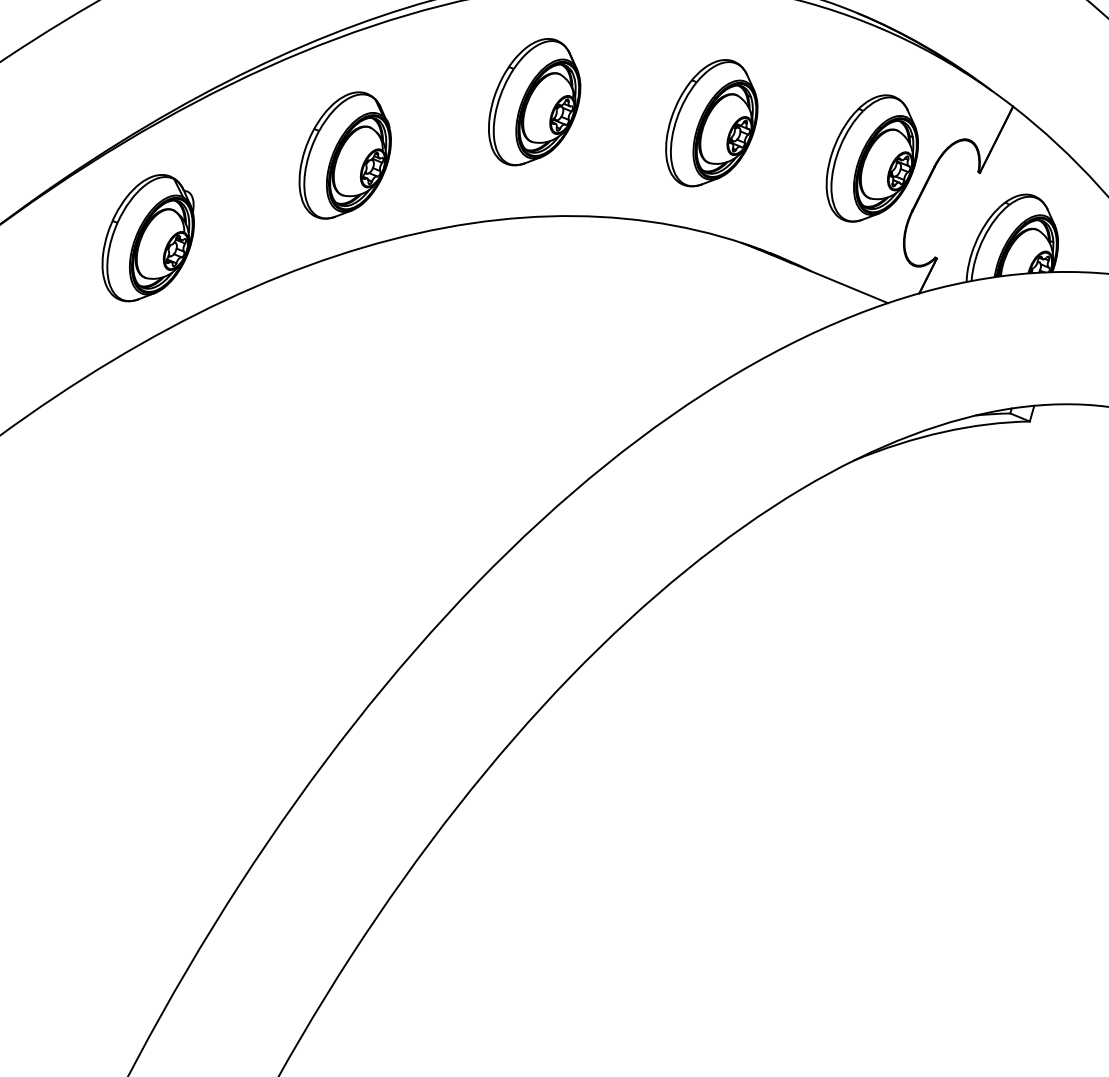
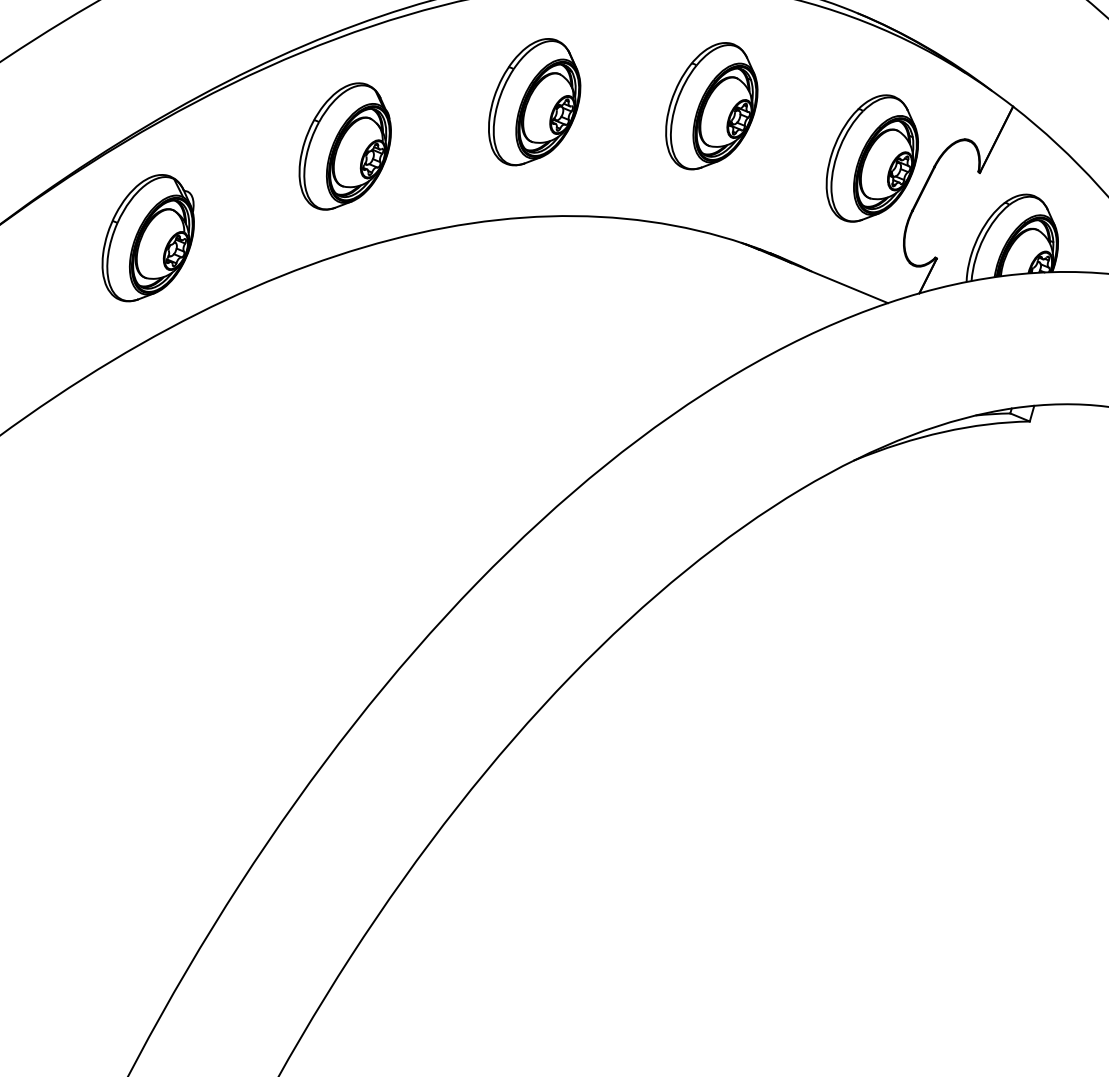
part at (711, 123) position: (711, 123) -> (711, 106)
part at (344, 155) position: (344, 155) -> (344, 146)
